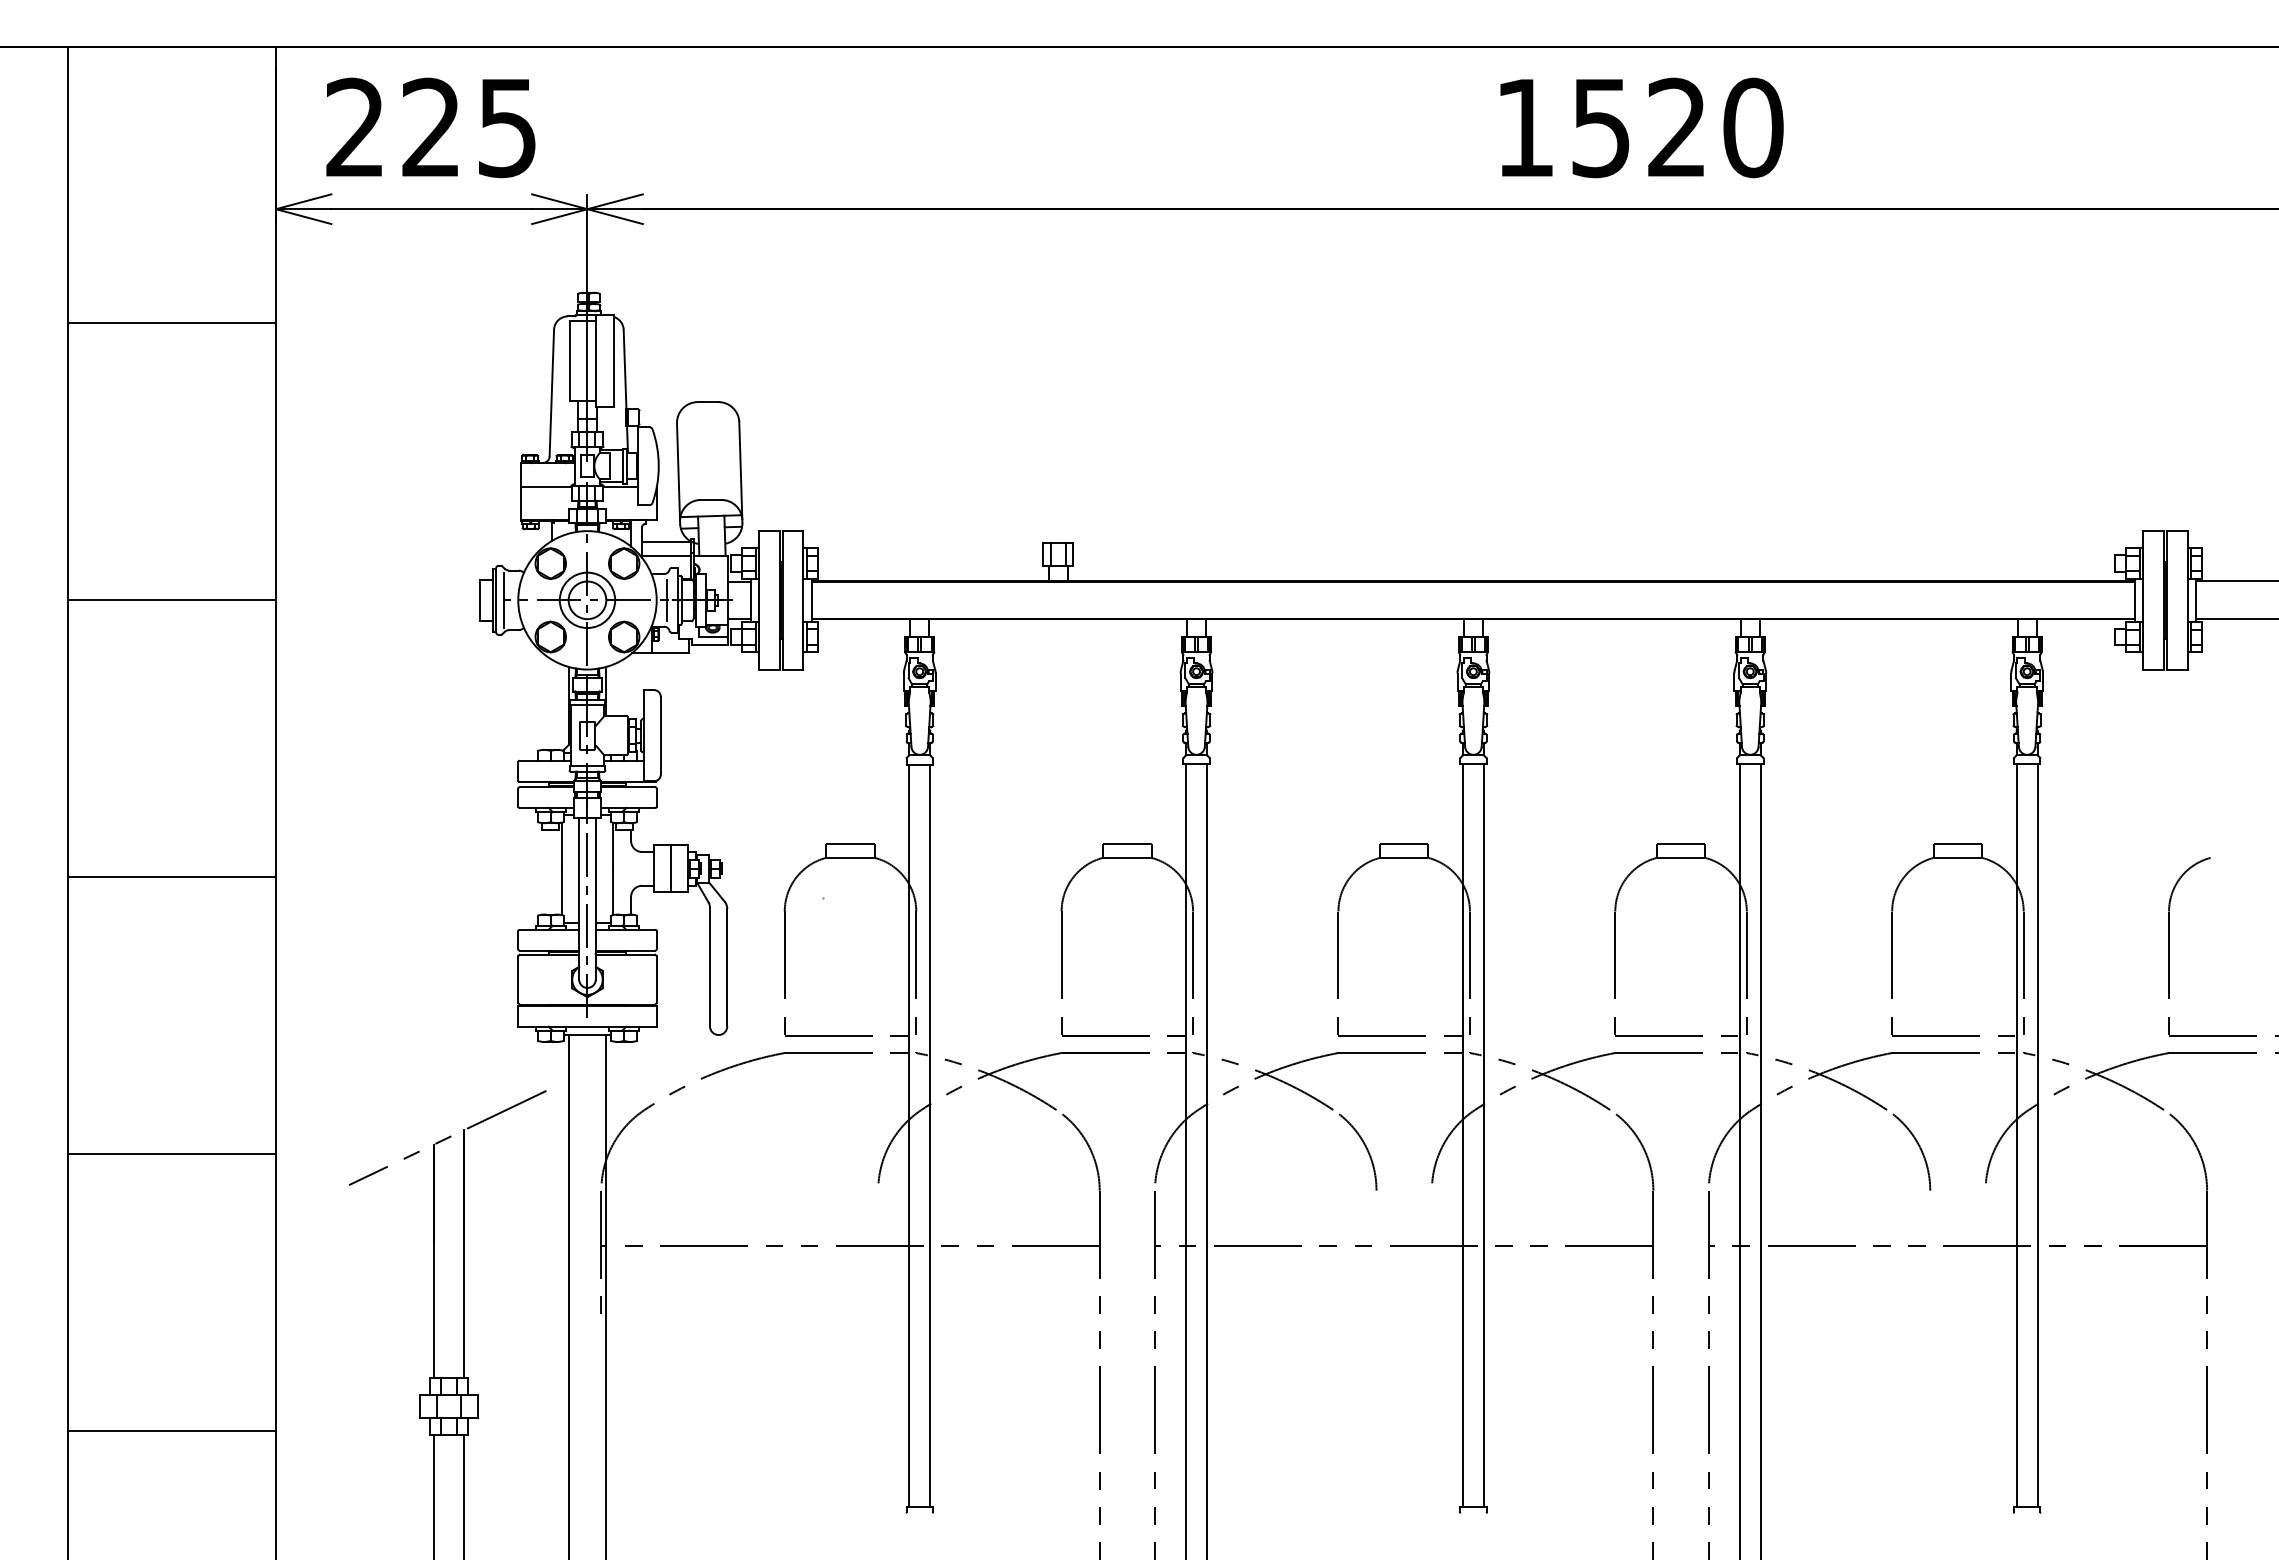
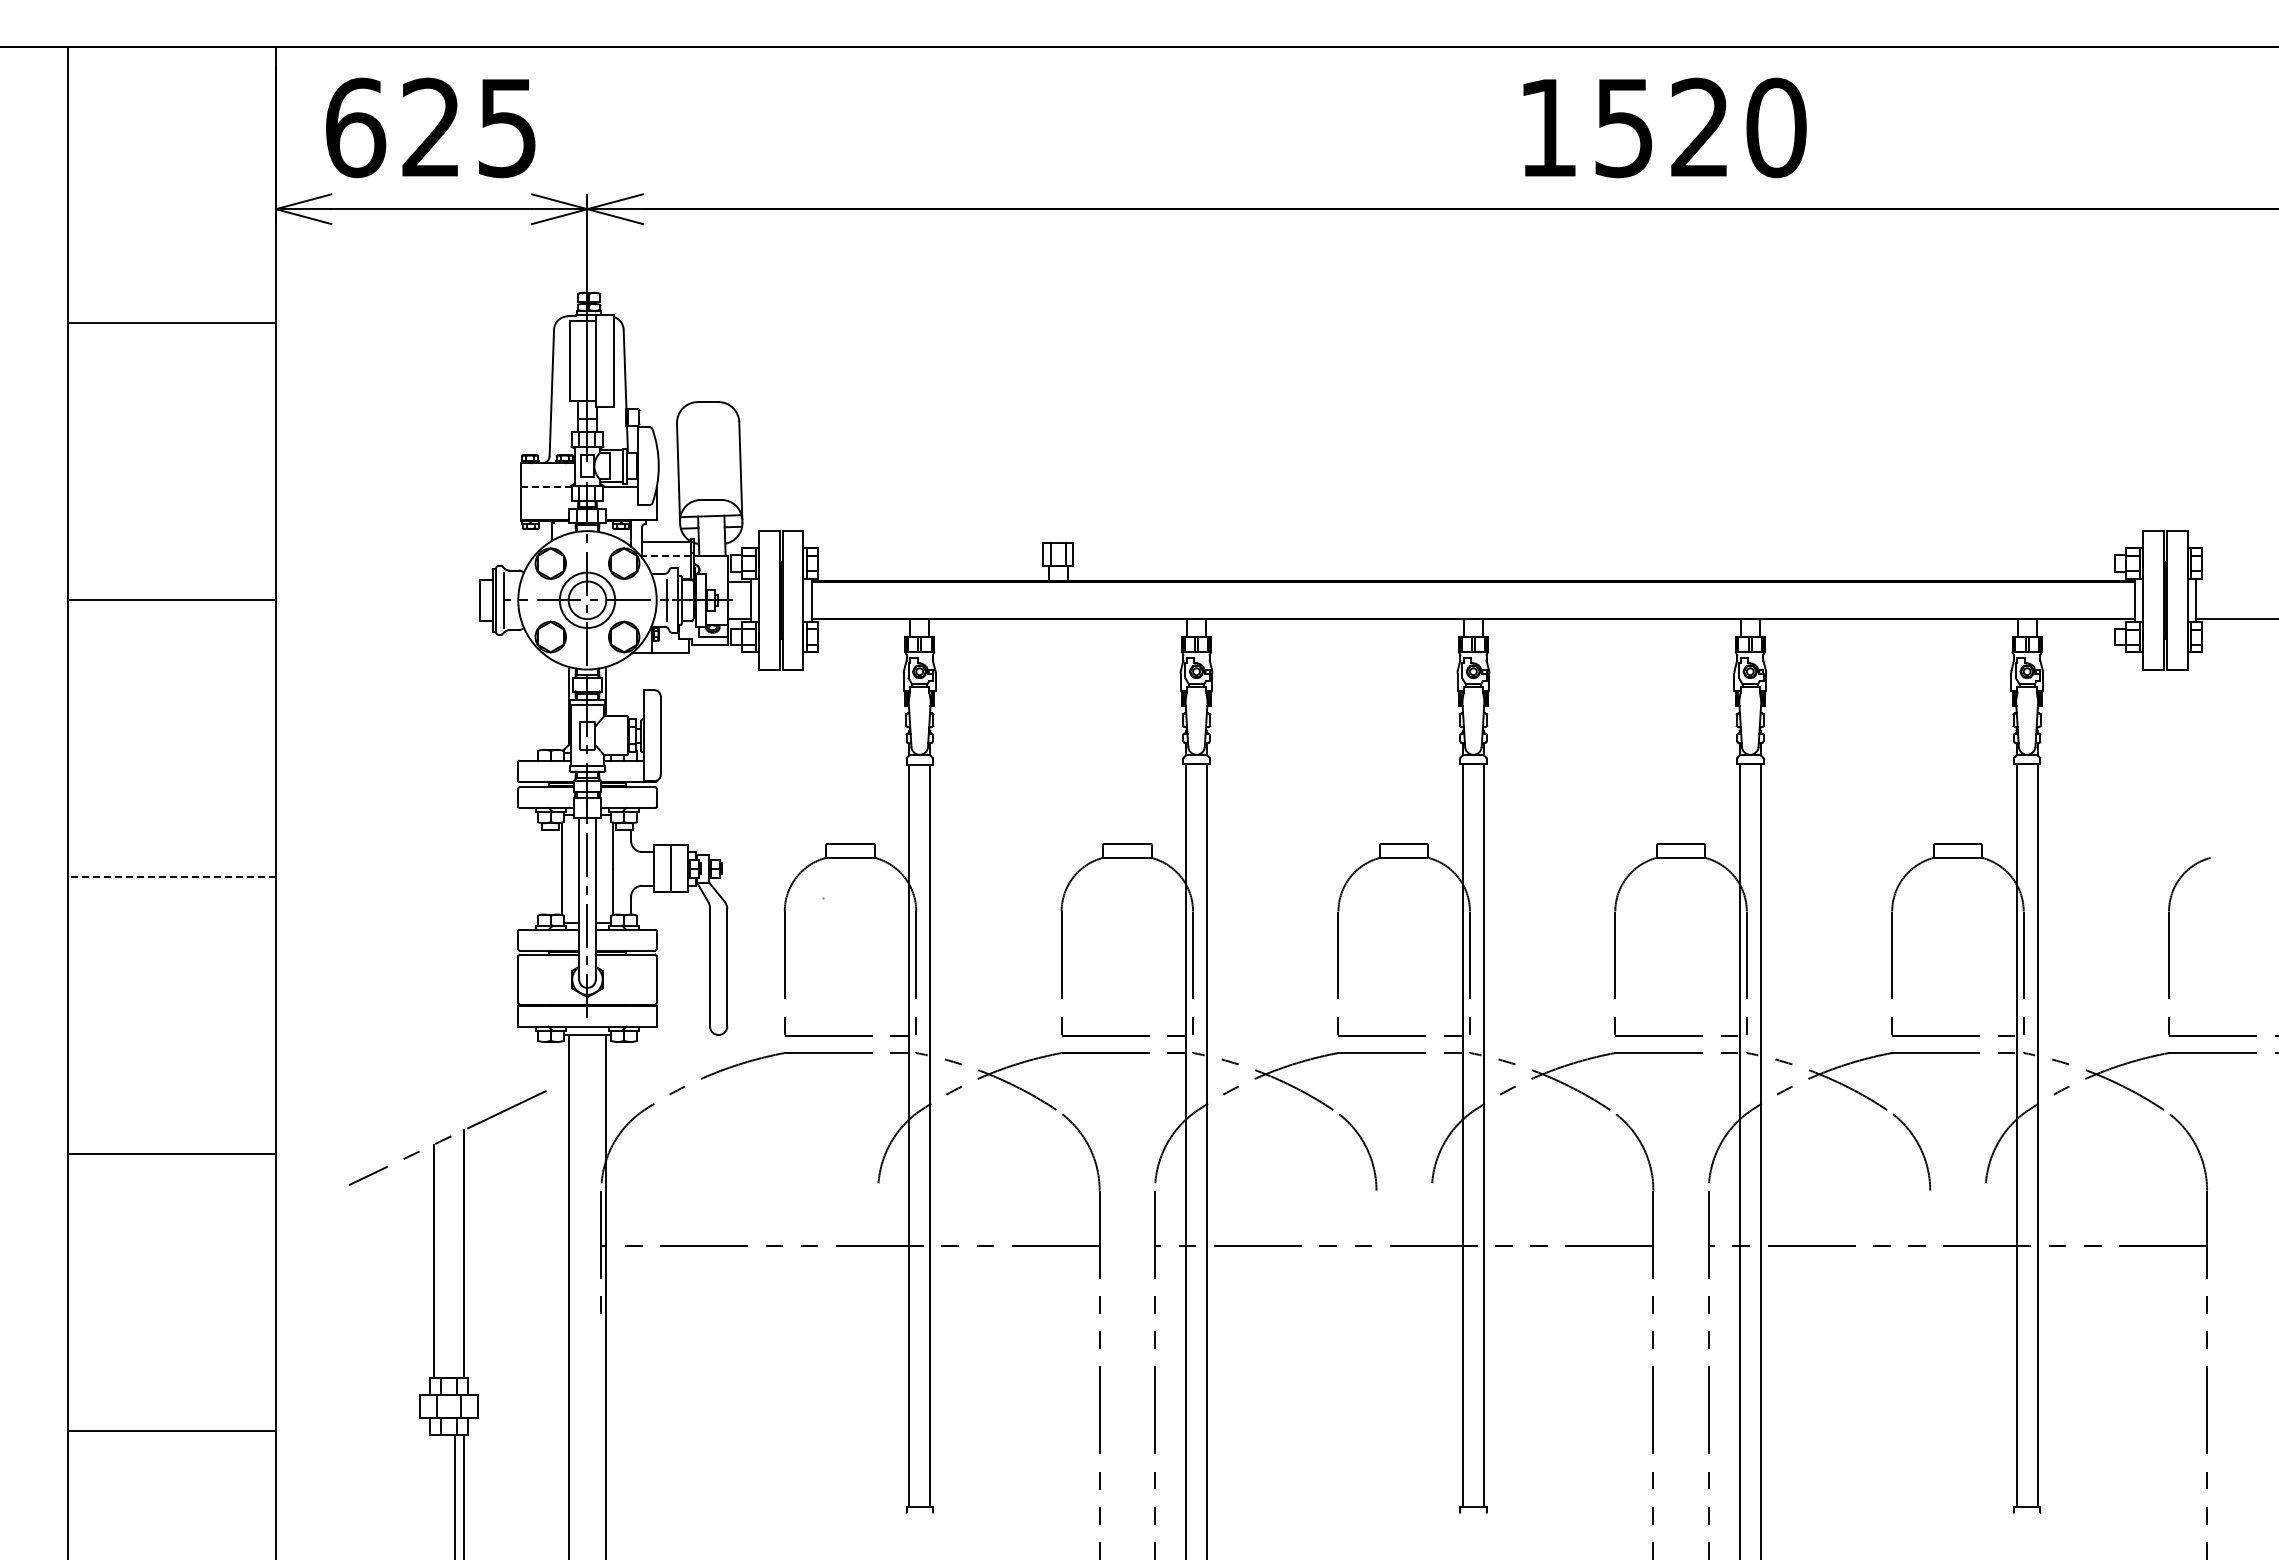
text at (356, 127): 225 -> 625
text at (1641, 127) position: (1641, 127) -> (1664, 127)
line at (546, 486): solid -> dashed
line at (666, 555): solid -> dashed
line at (2235, 581): present -> none
line at (172, 877): solid -> dashed
line at (434, 1495) position: (434, 1495) -> (455, 1495)
